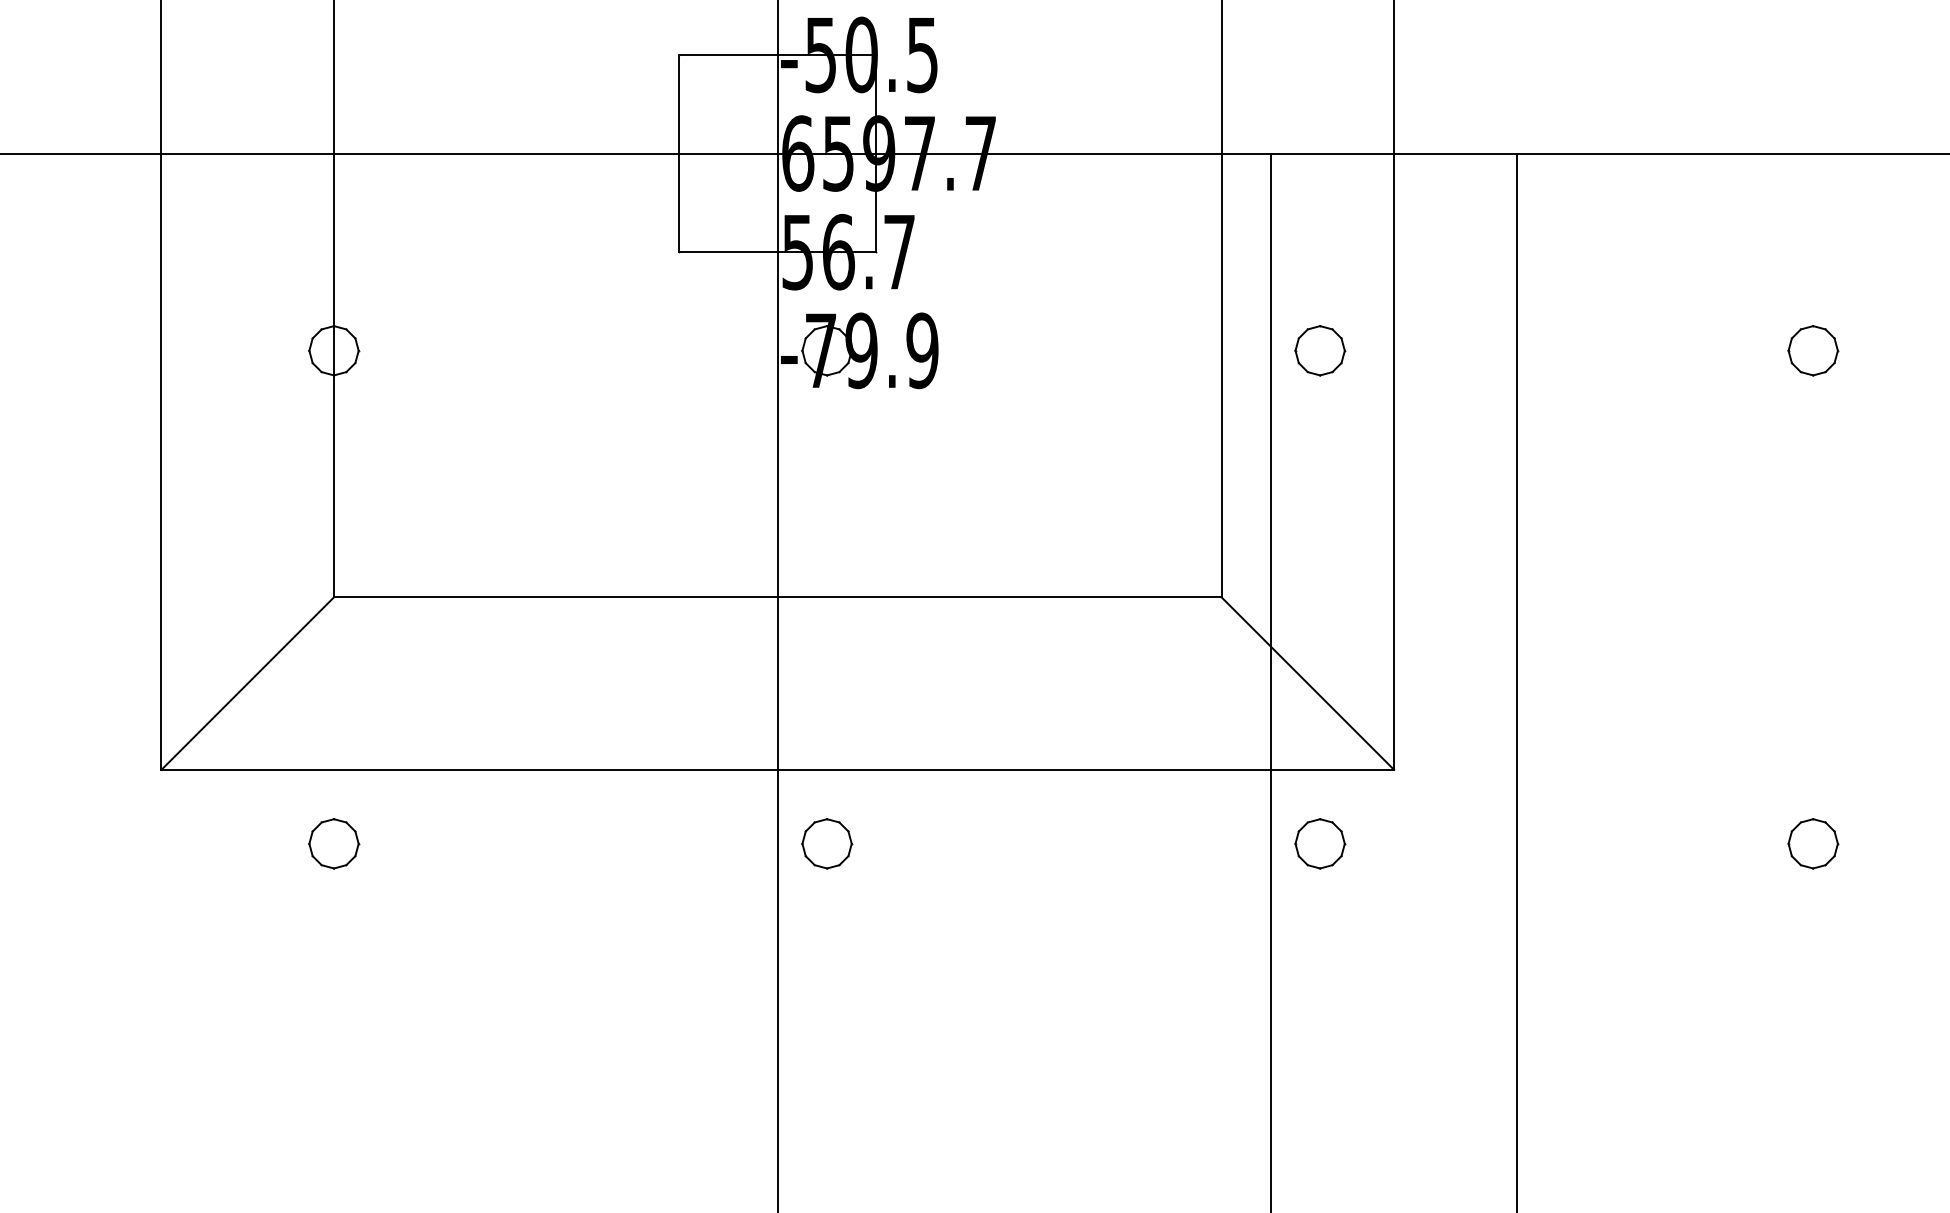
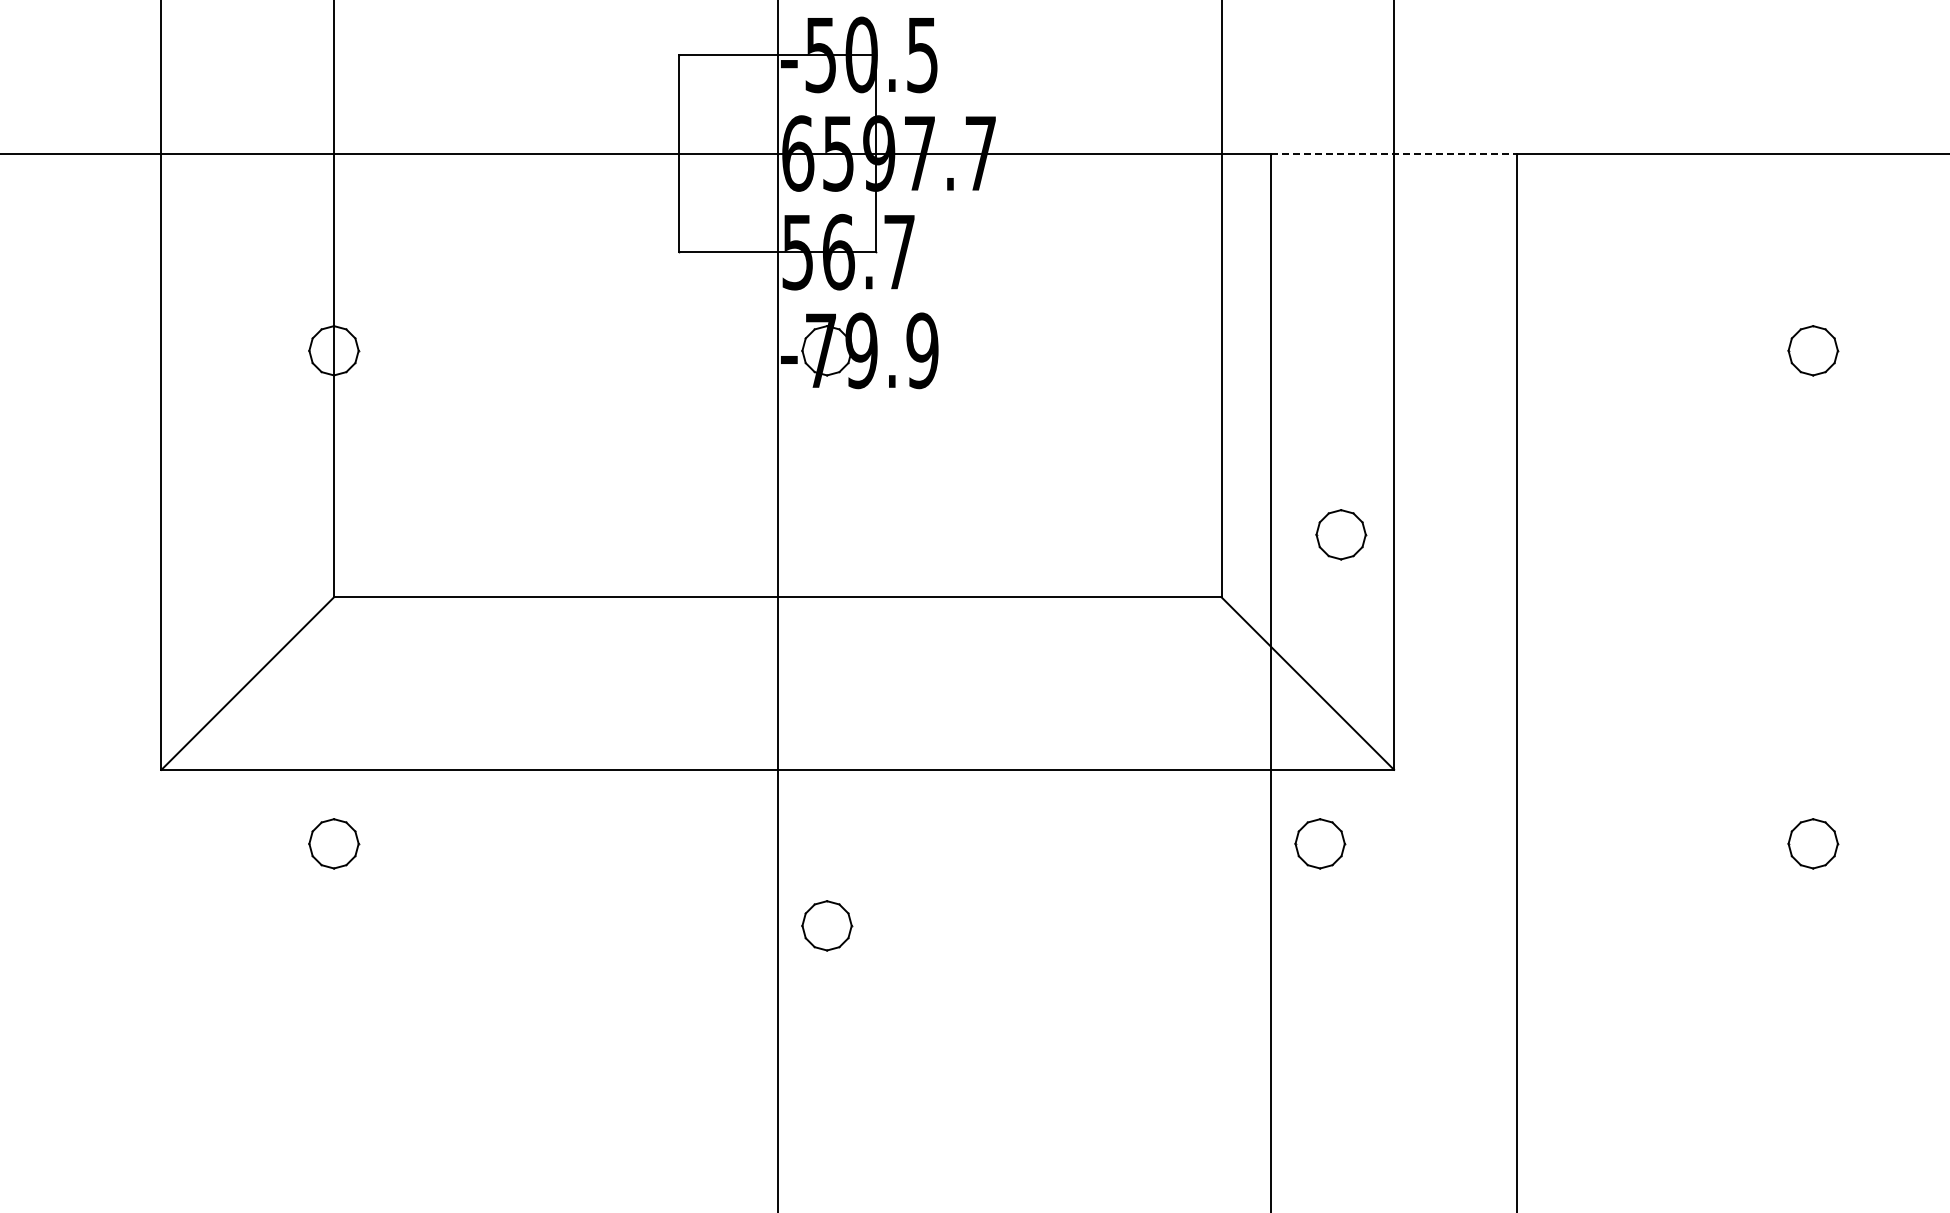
line at (1394, 153): solid -> dashed
part at (1320, 350) position: (1320, 350) -> (1341, 534)
part at (827, 843) position: (827, 843) -> (827, 925)
